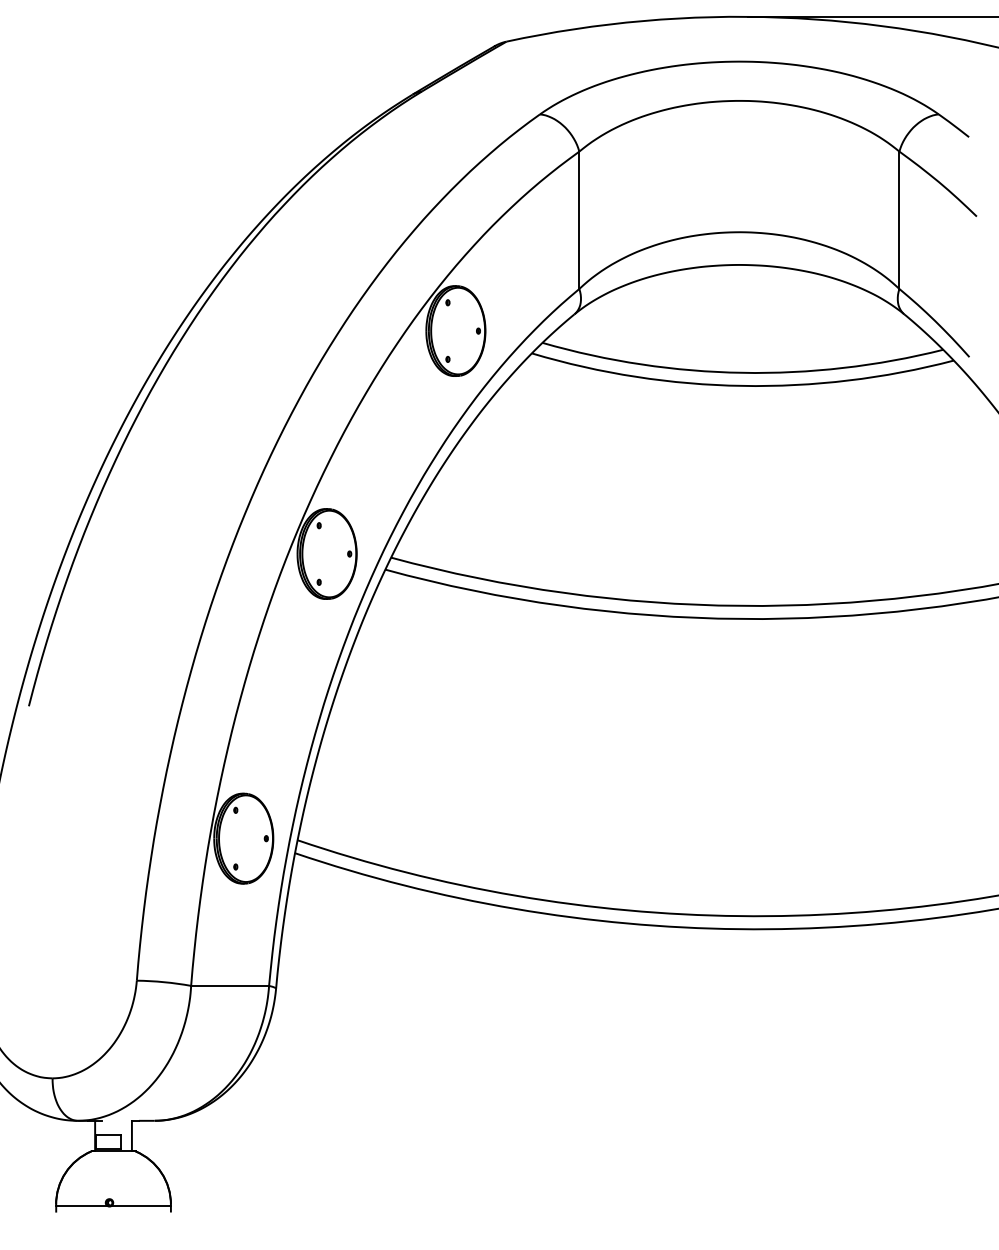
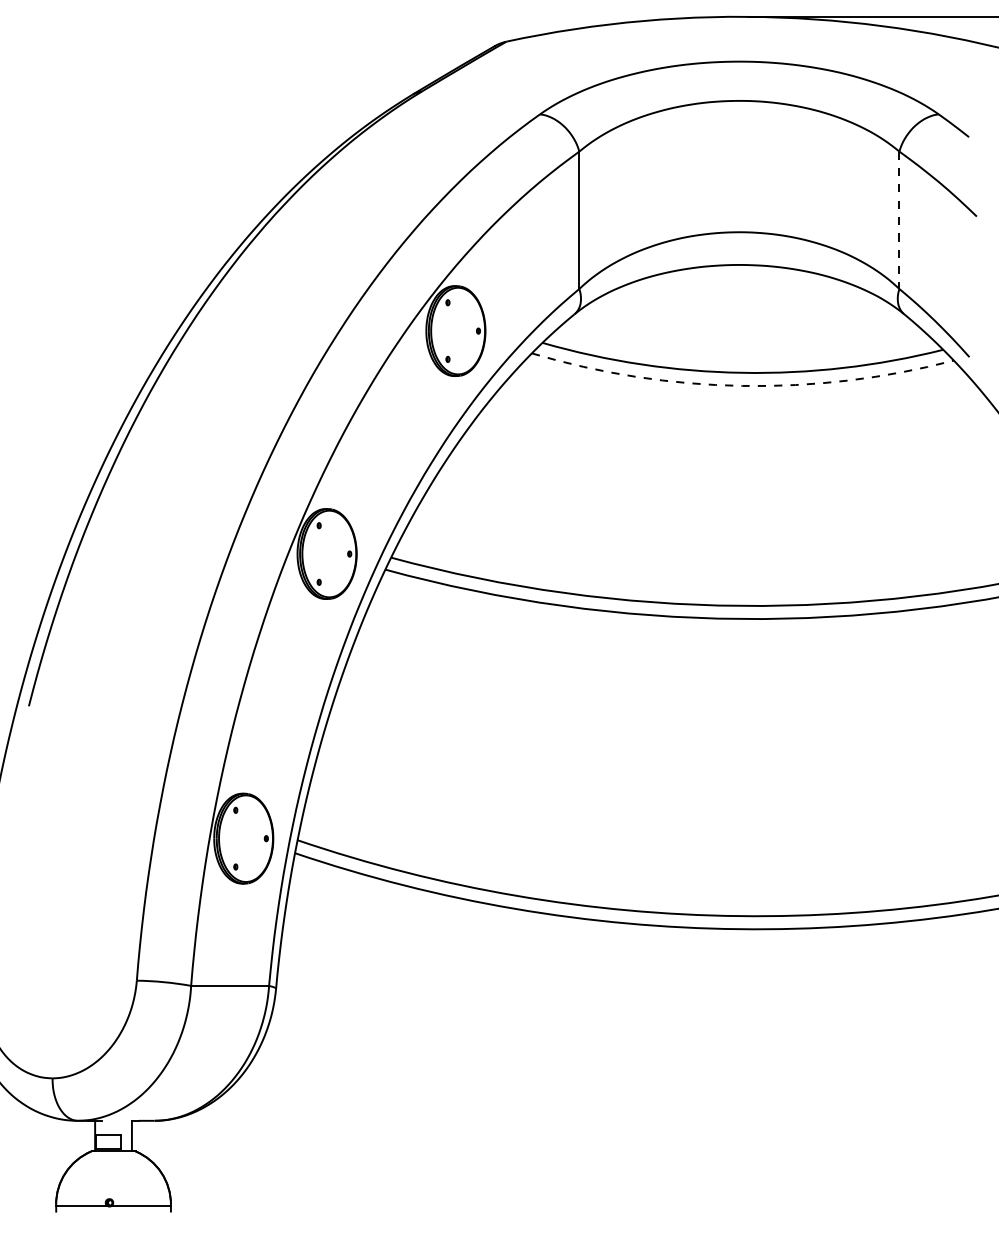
line at (899, 220): solid -> dashed
arc at (742, 385): solid -> dashed
